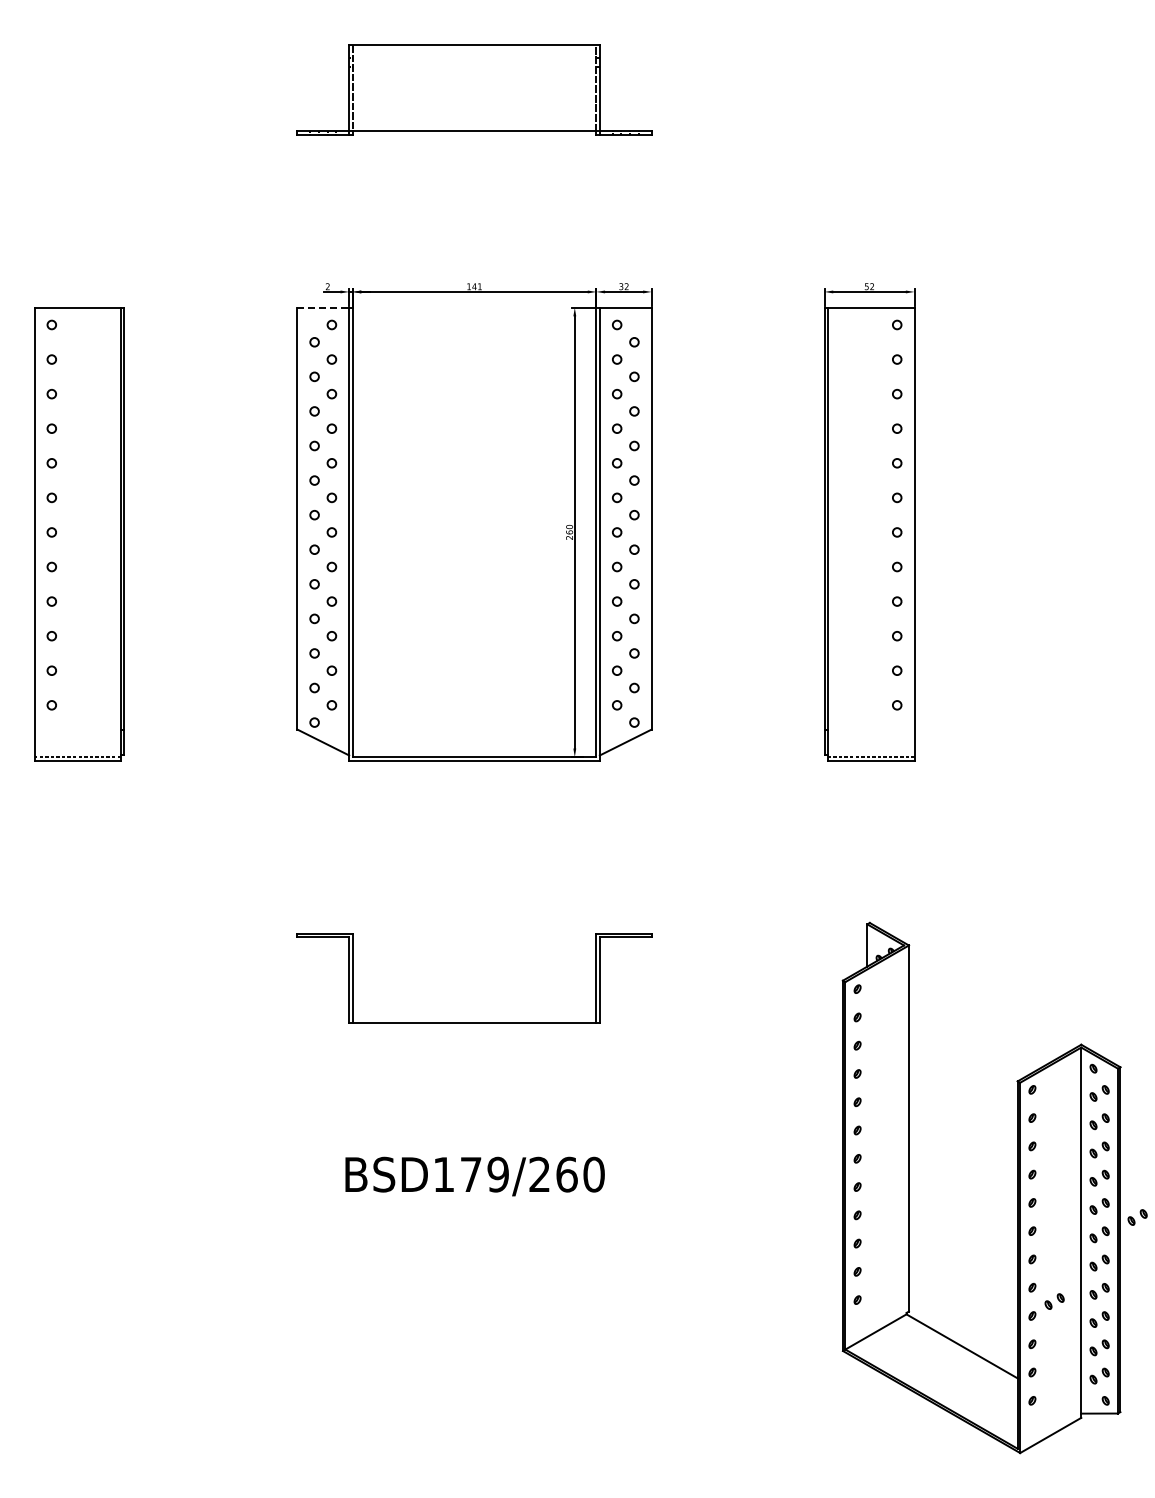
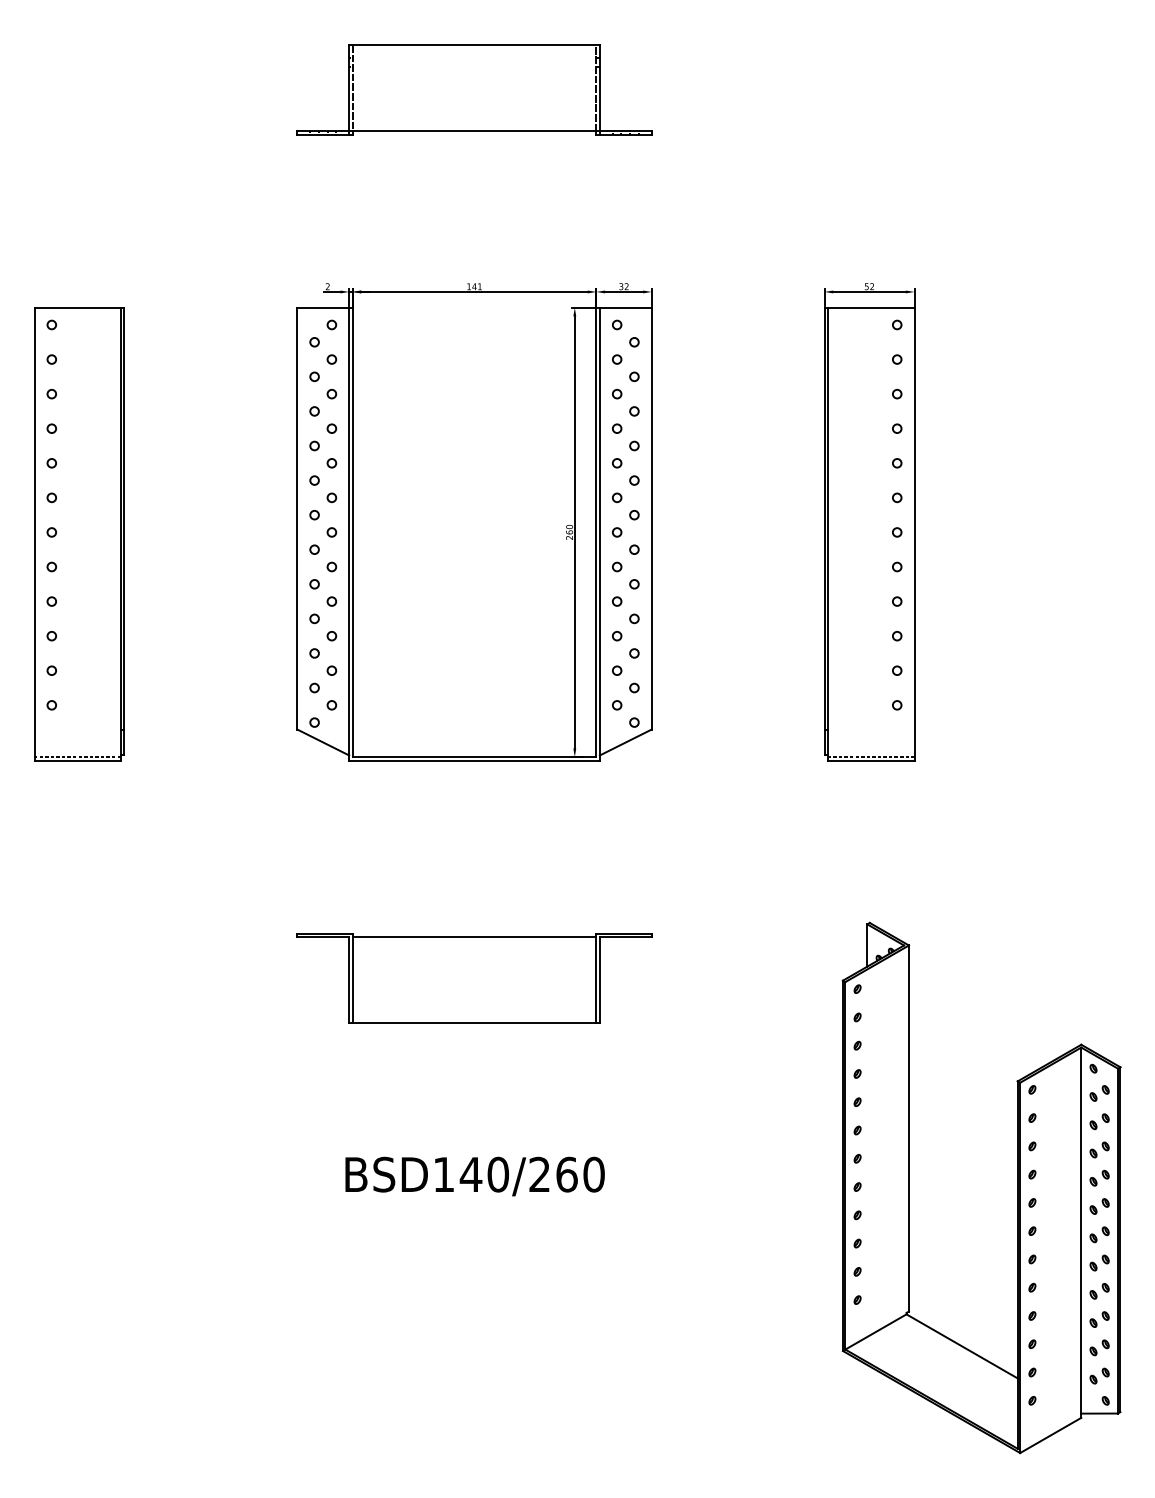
line at (323, 307): dashed -> solid
line at (474, 936): none -> present
text at (484, 1174): BSD179/260 -> BSD140/260
part at (1137, 1217): present -> none
part at (1054, 1301): present -> none
